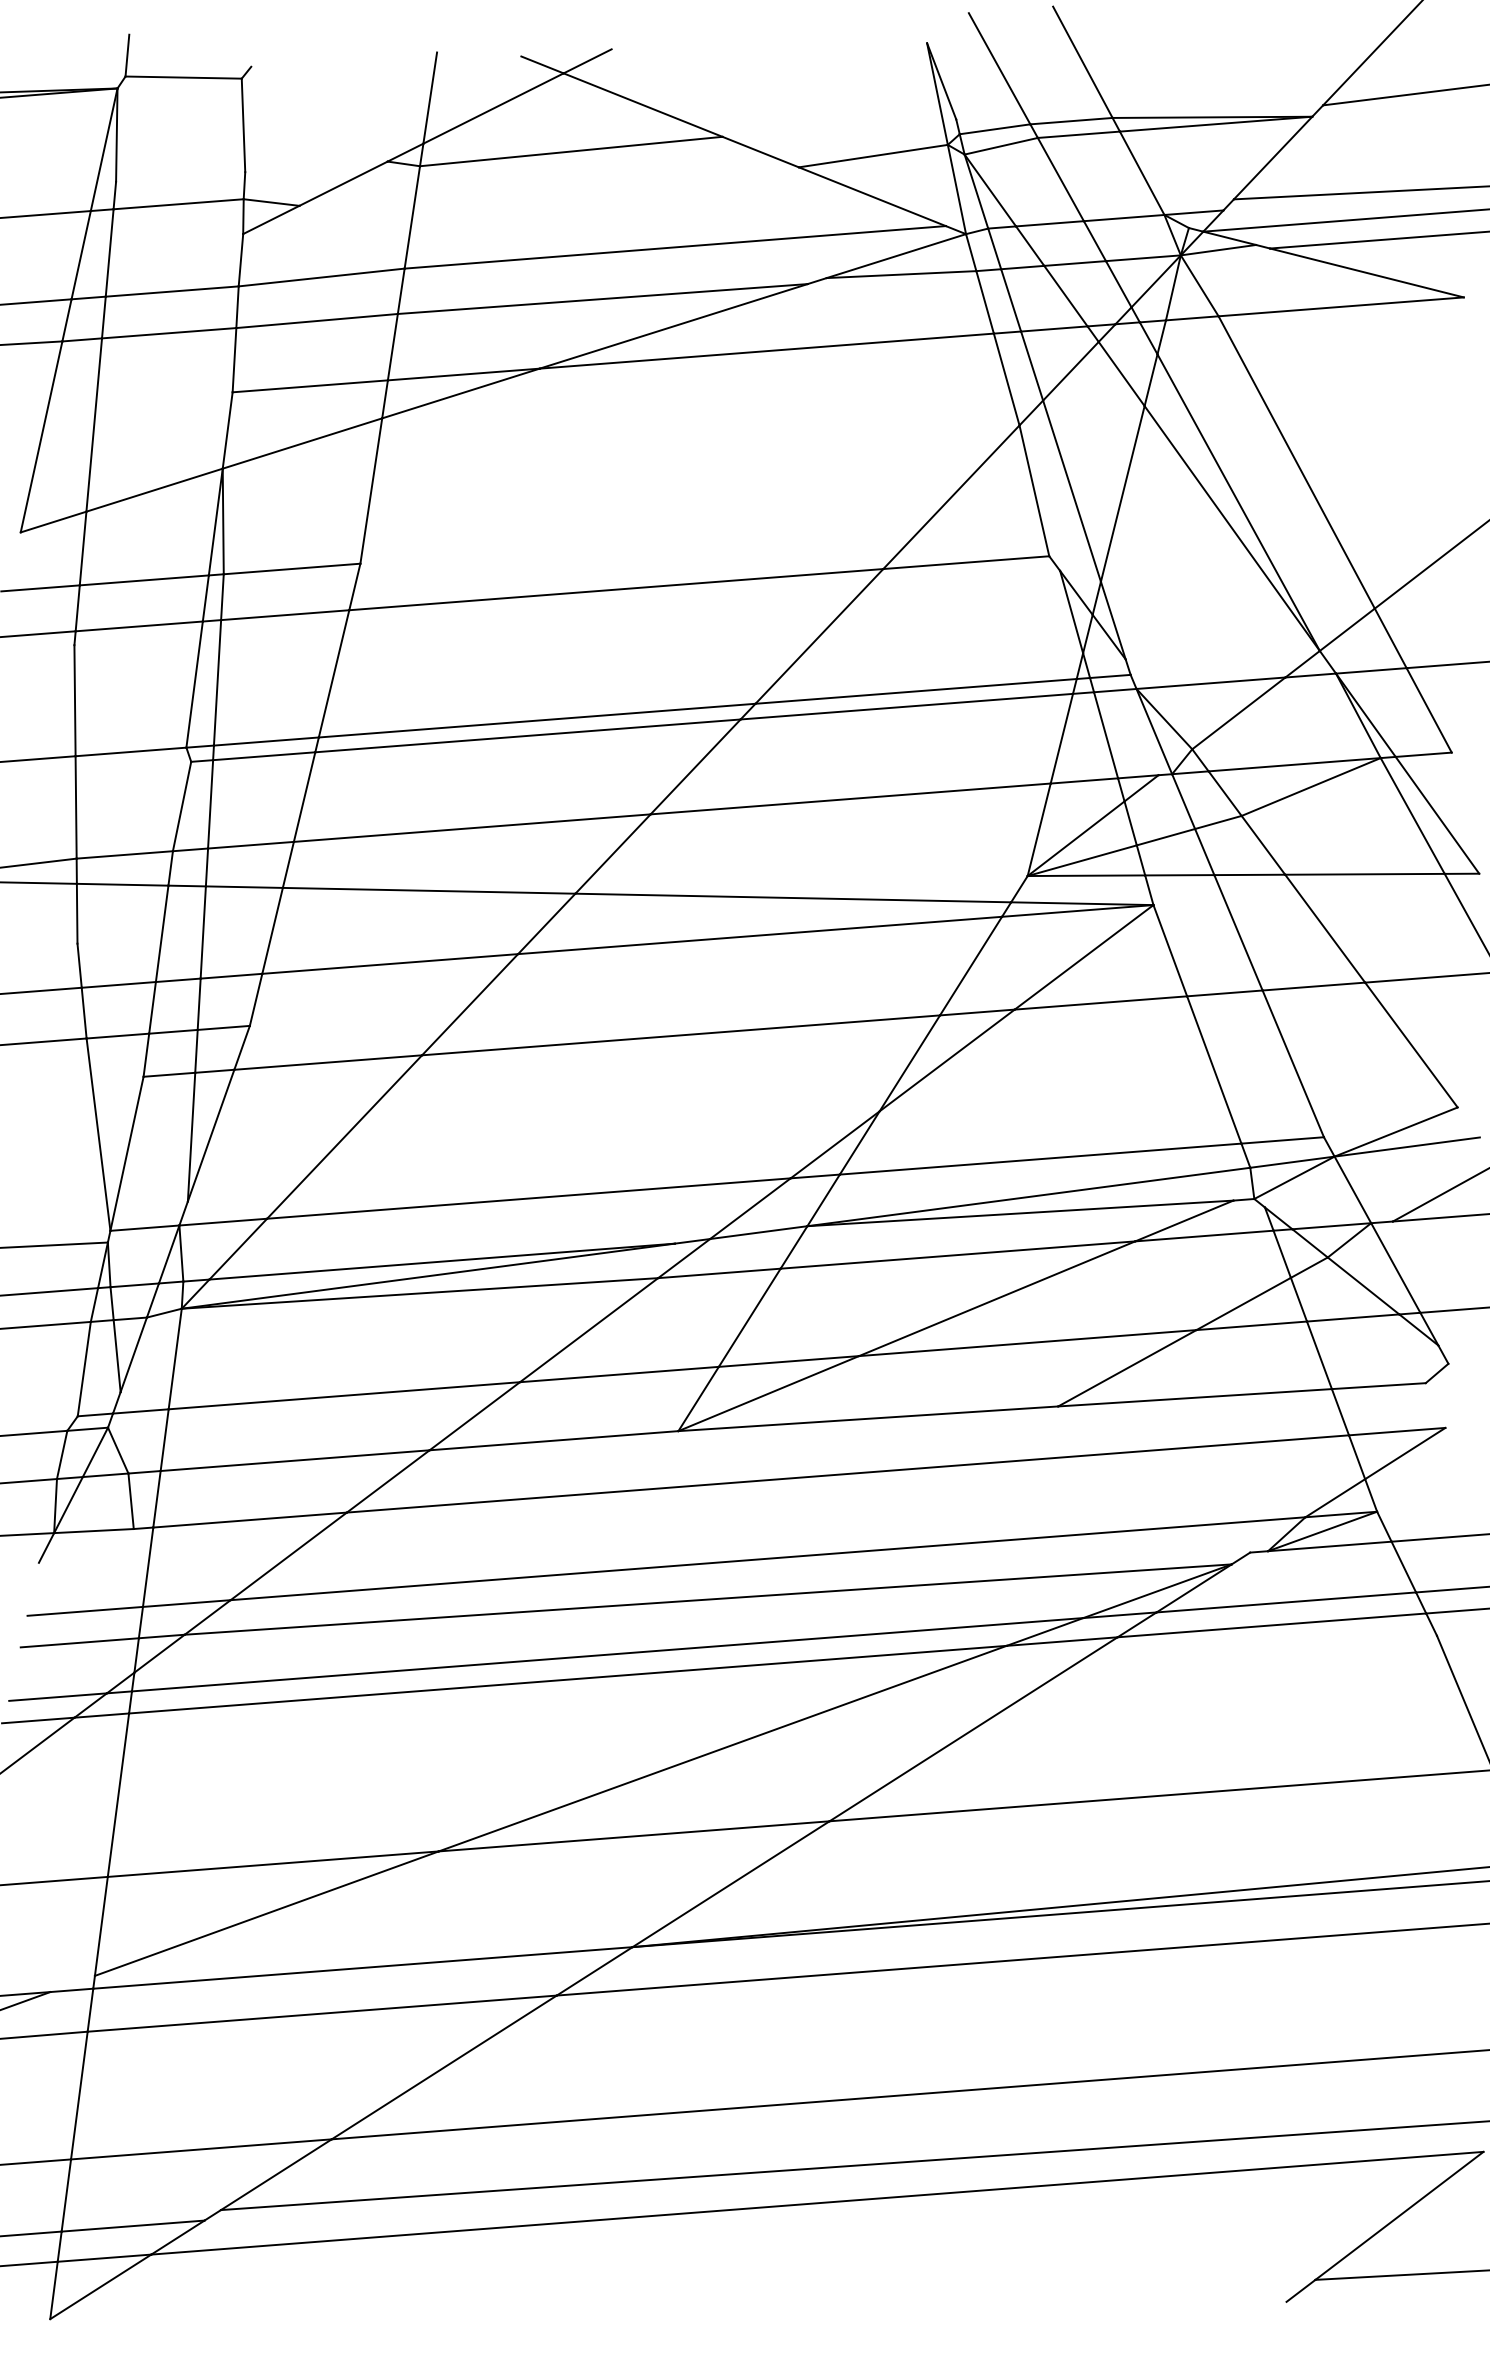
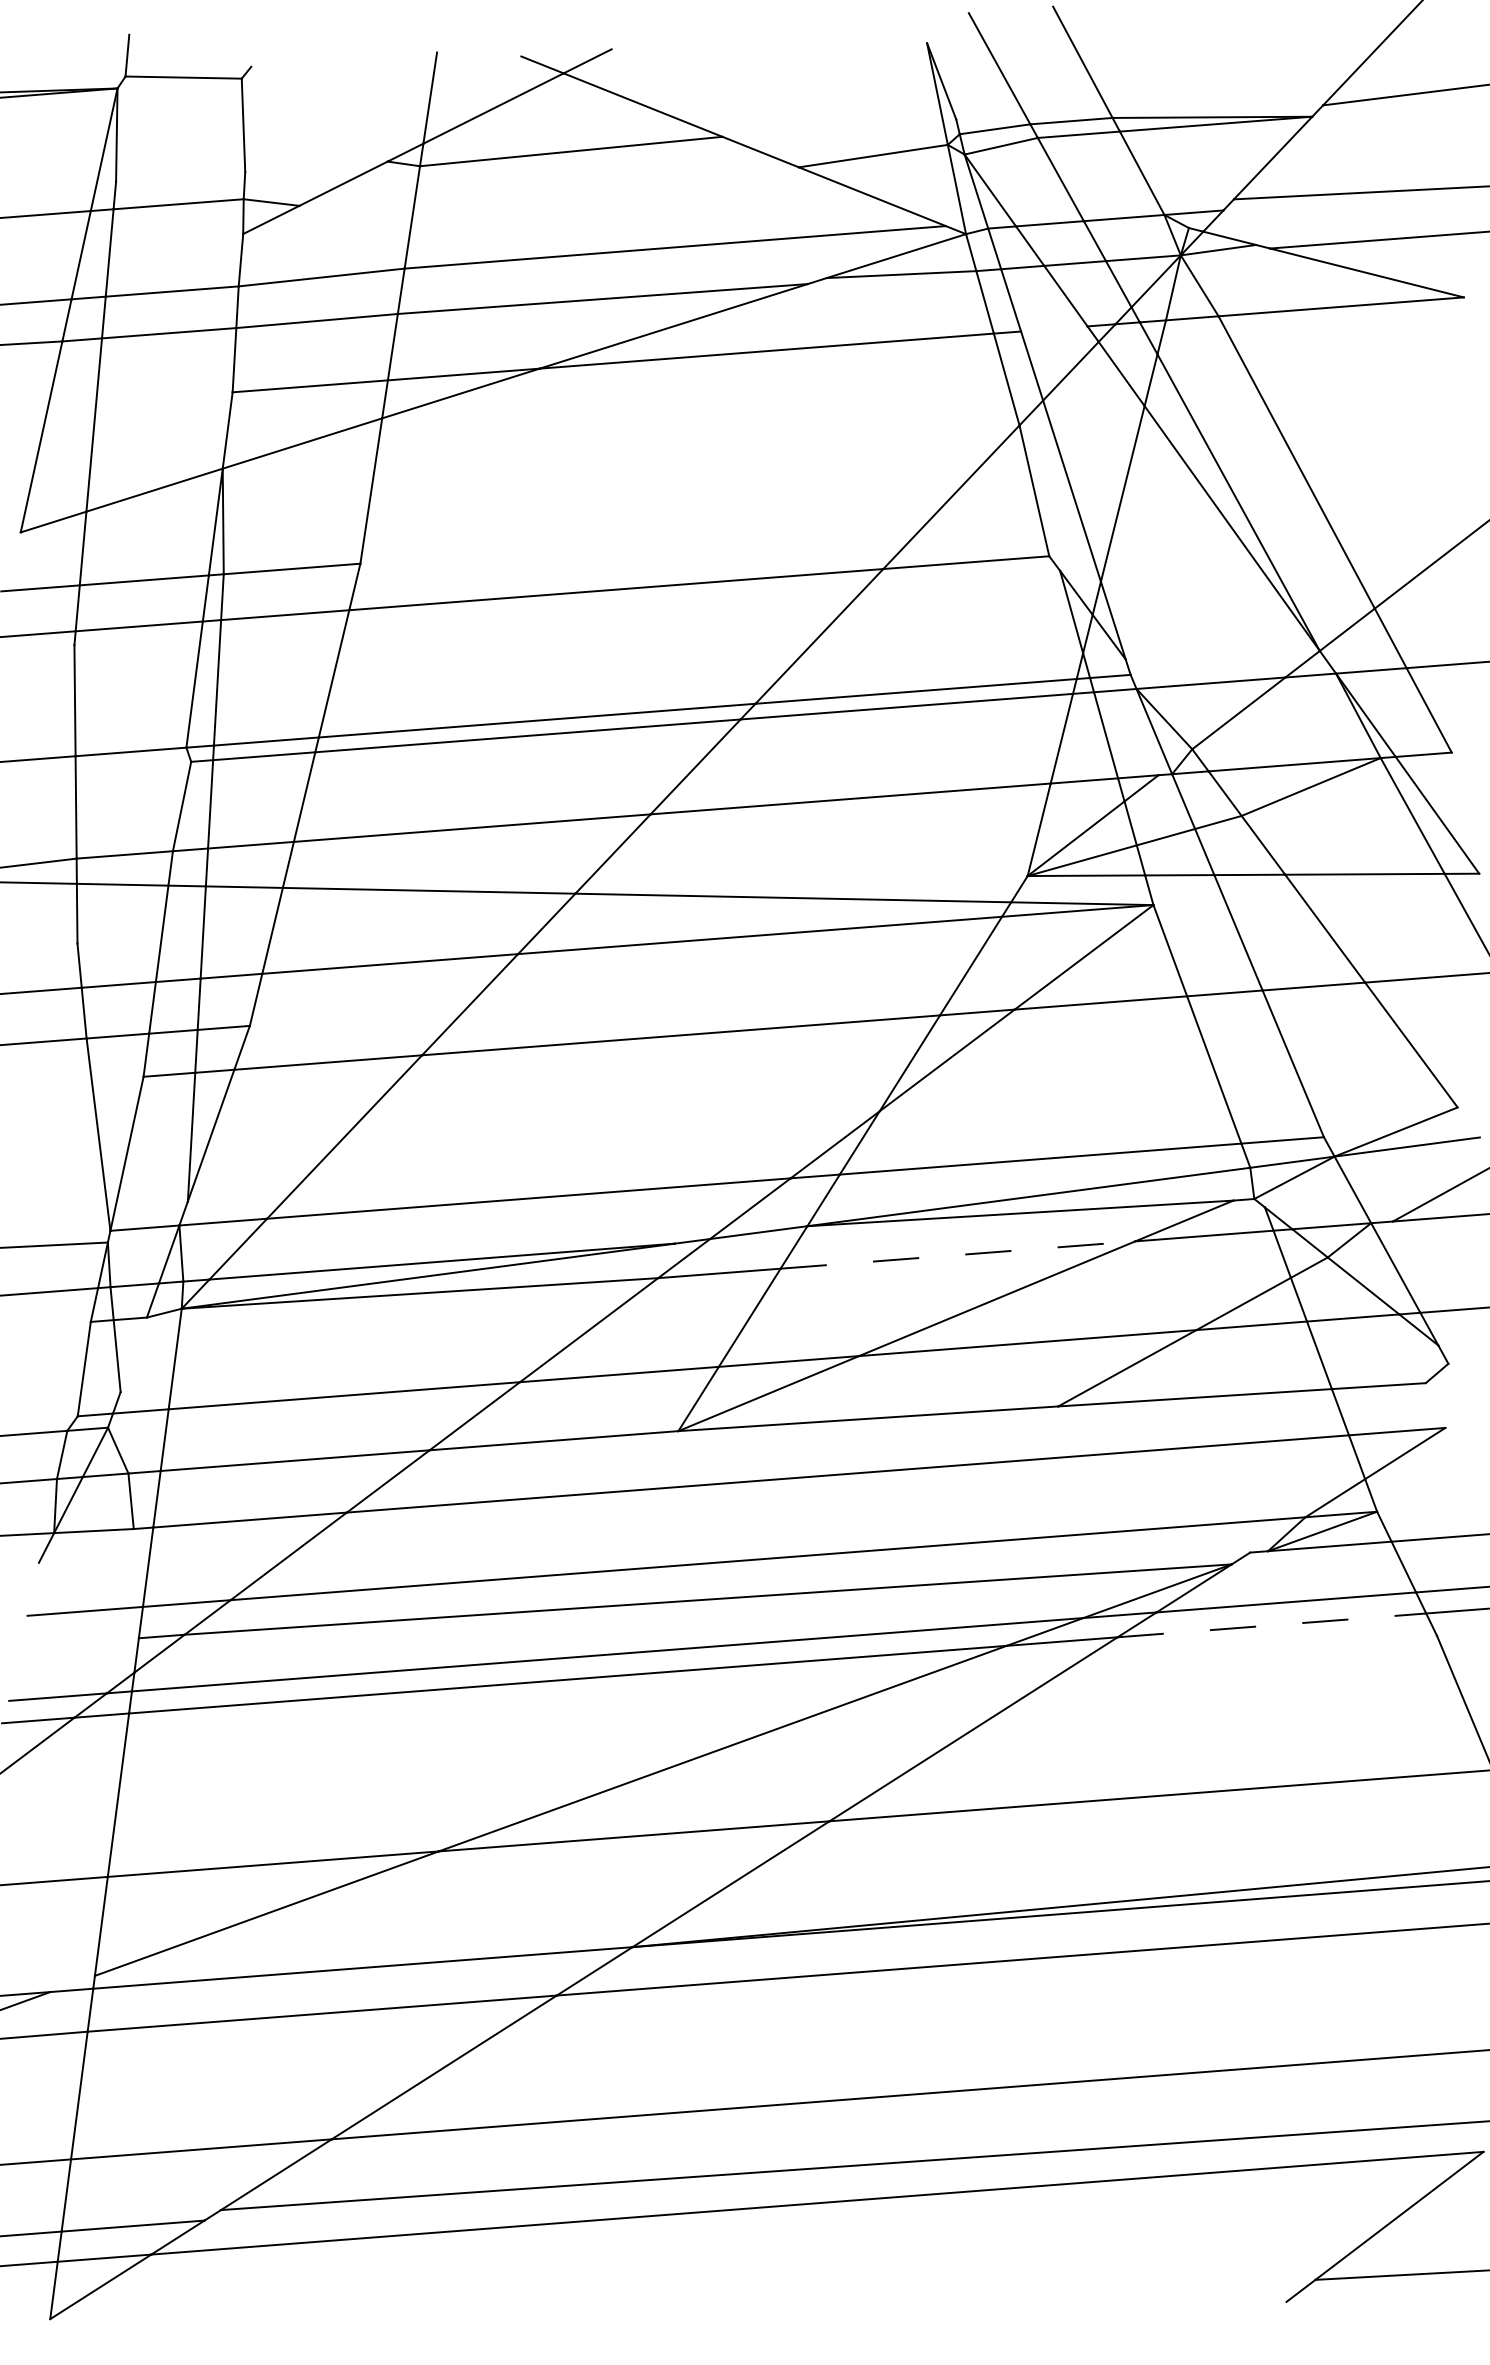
line at (1344, 220): present -> none
line at (1054, 328): present -> none
line at (957, 1255): solid -> dashed
line at (46, 1324): present -> none
line at (133, 1354): present -> none
line at (1271, 1625): solid -> dashed
line at (79, 1642): present -> none
